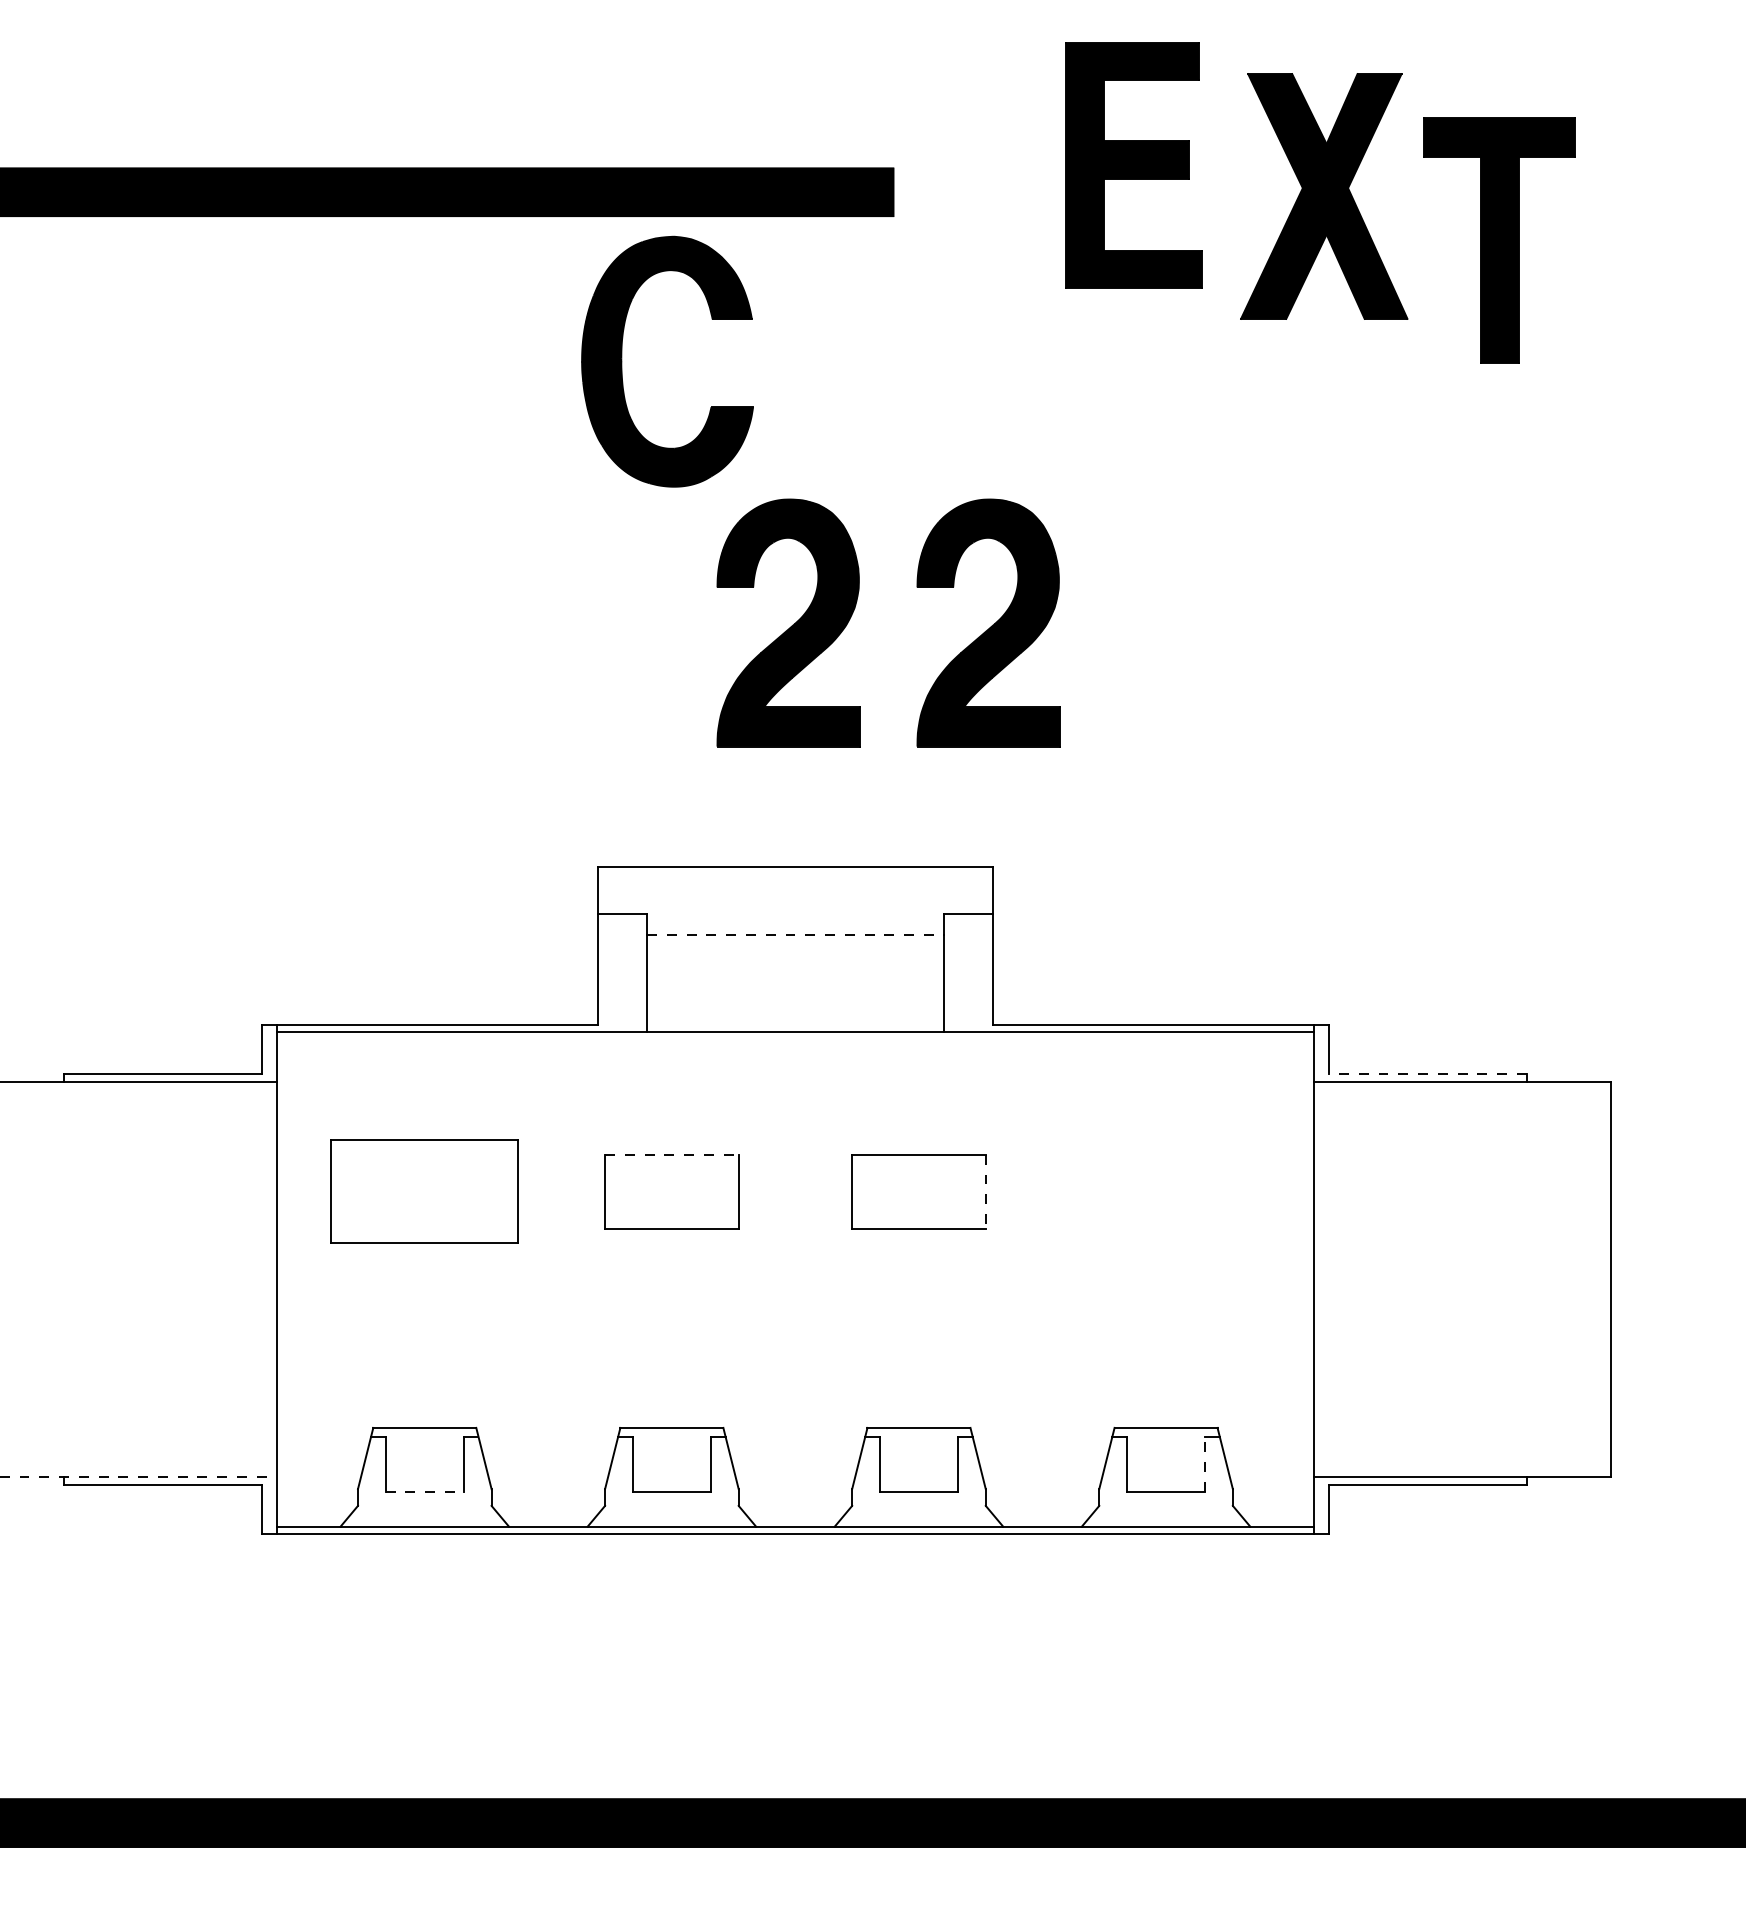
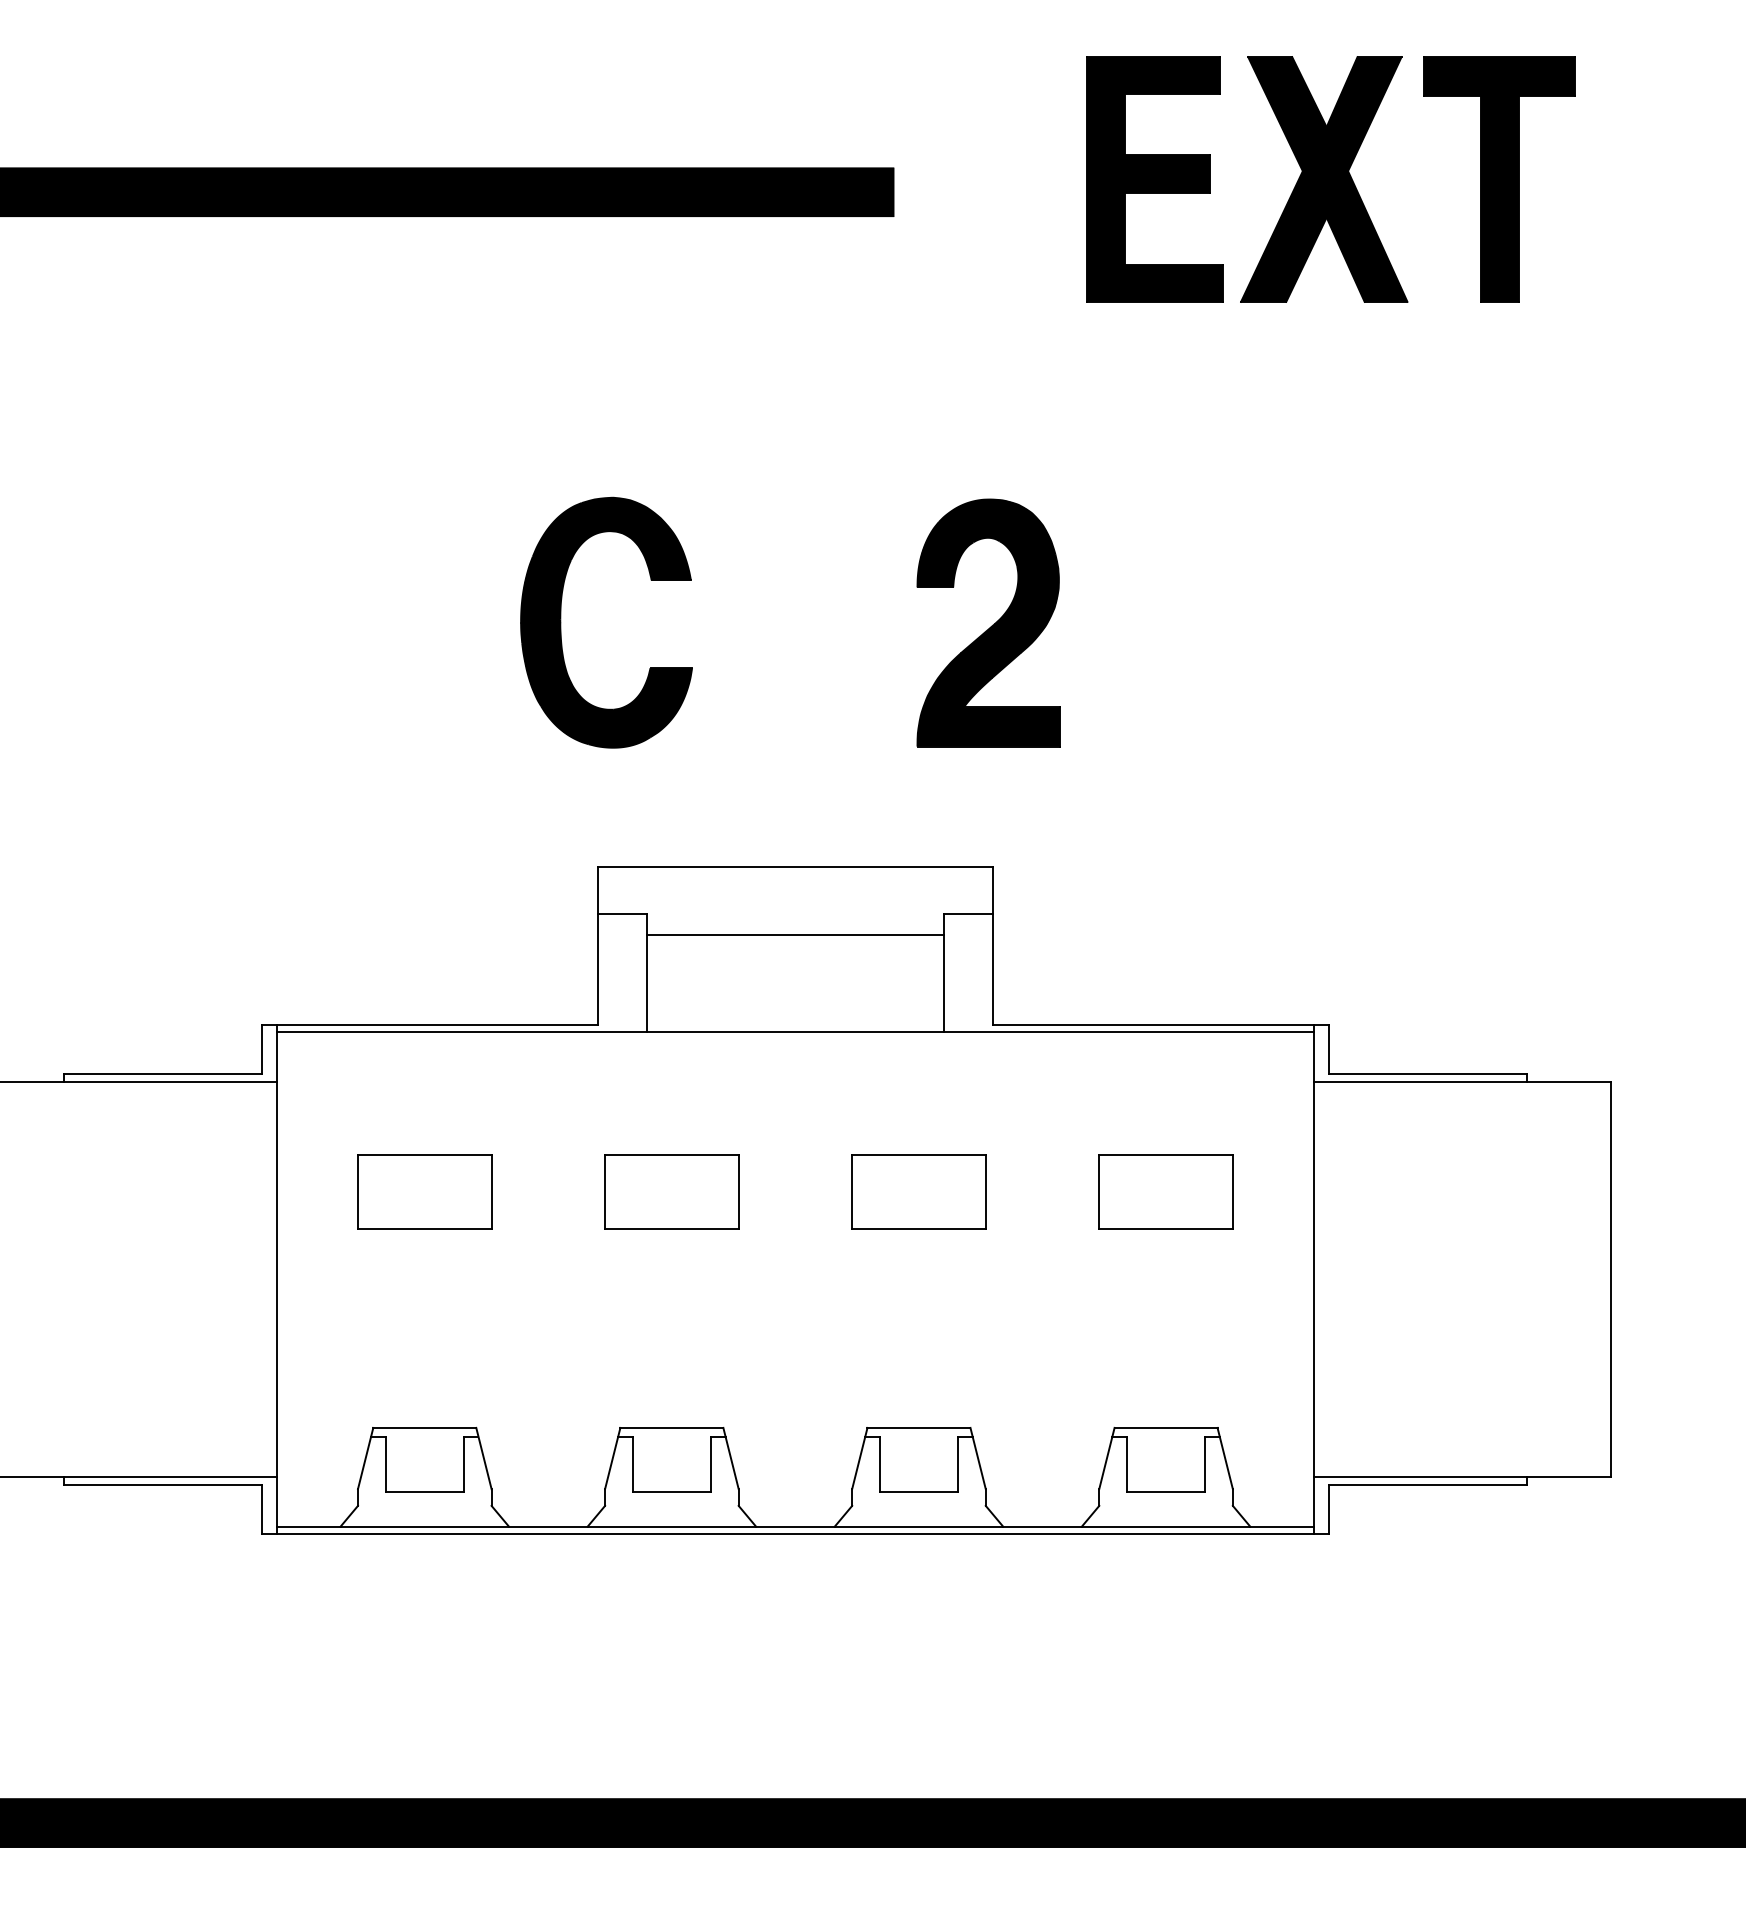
part at (1133, 165) position: (1133, 165) -> (1154, 179)
part at (1324, 196) position: (1324, 196) -> (1324, 179)
part at (1499, 240) position: (1499, 240) -> (1499, 179)
part at (622, 361) position: (622, 361) -> (561, 622)
part at (788, 622): present -> none
line at (795, 934): dashed -> solid
line at (1427, 1074): dashed -> solid
line at (671, 1154): dashed -> solid
part at (424, 1191) size: 189x105 px -> 136x76 px
line at (985, 1191): dashed -> solid
part at (1165, 1191): none -> present
line at (1205, 1463): dashed -> solid
line at (138, 1477): dashed -> solid
line at (425, 1491): dashed -> solid
